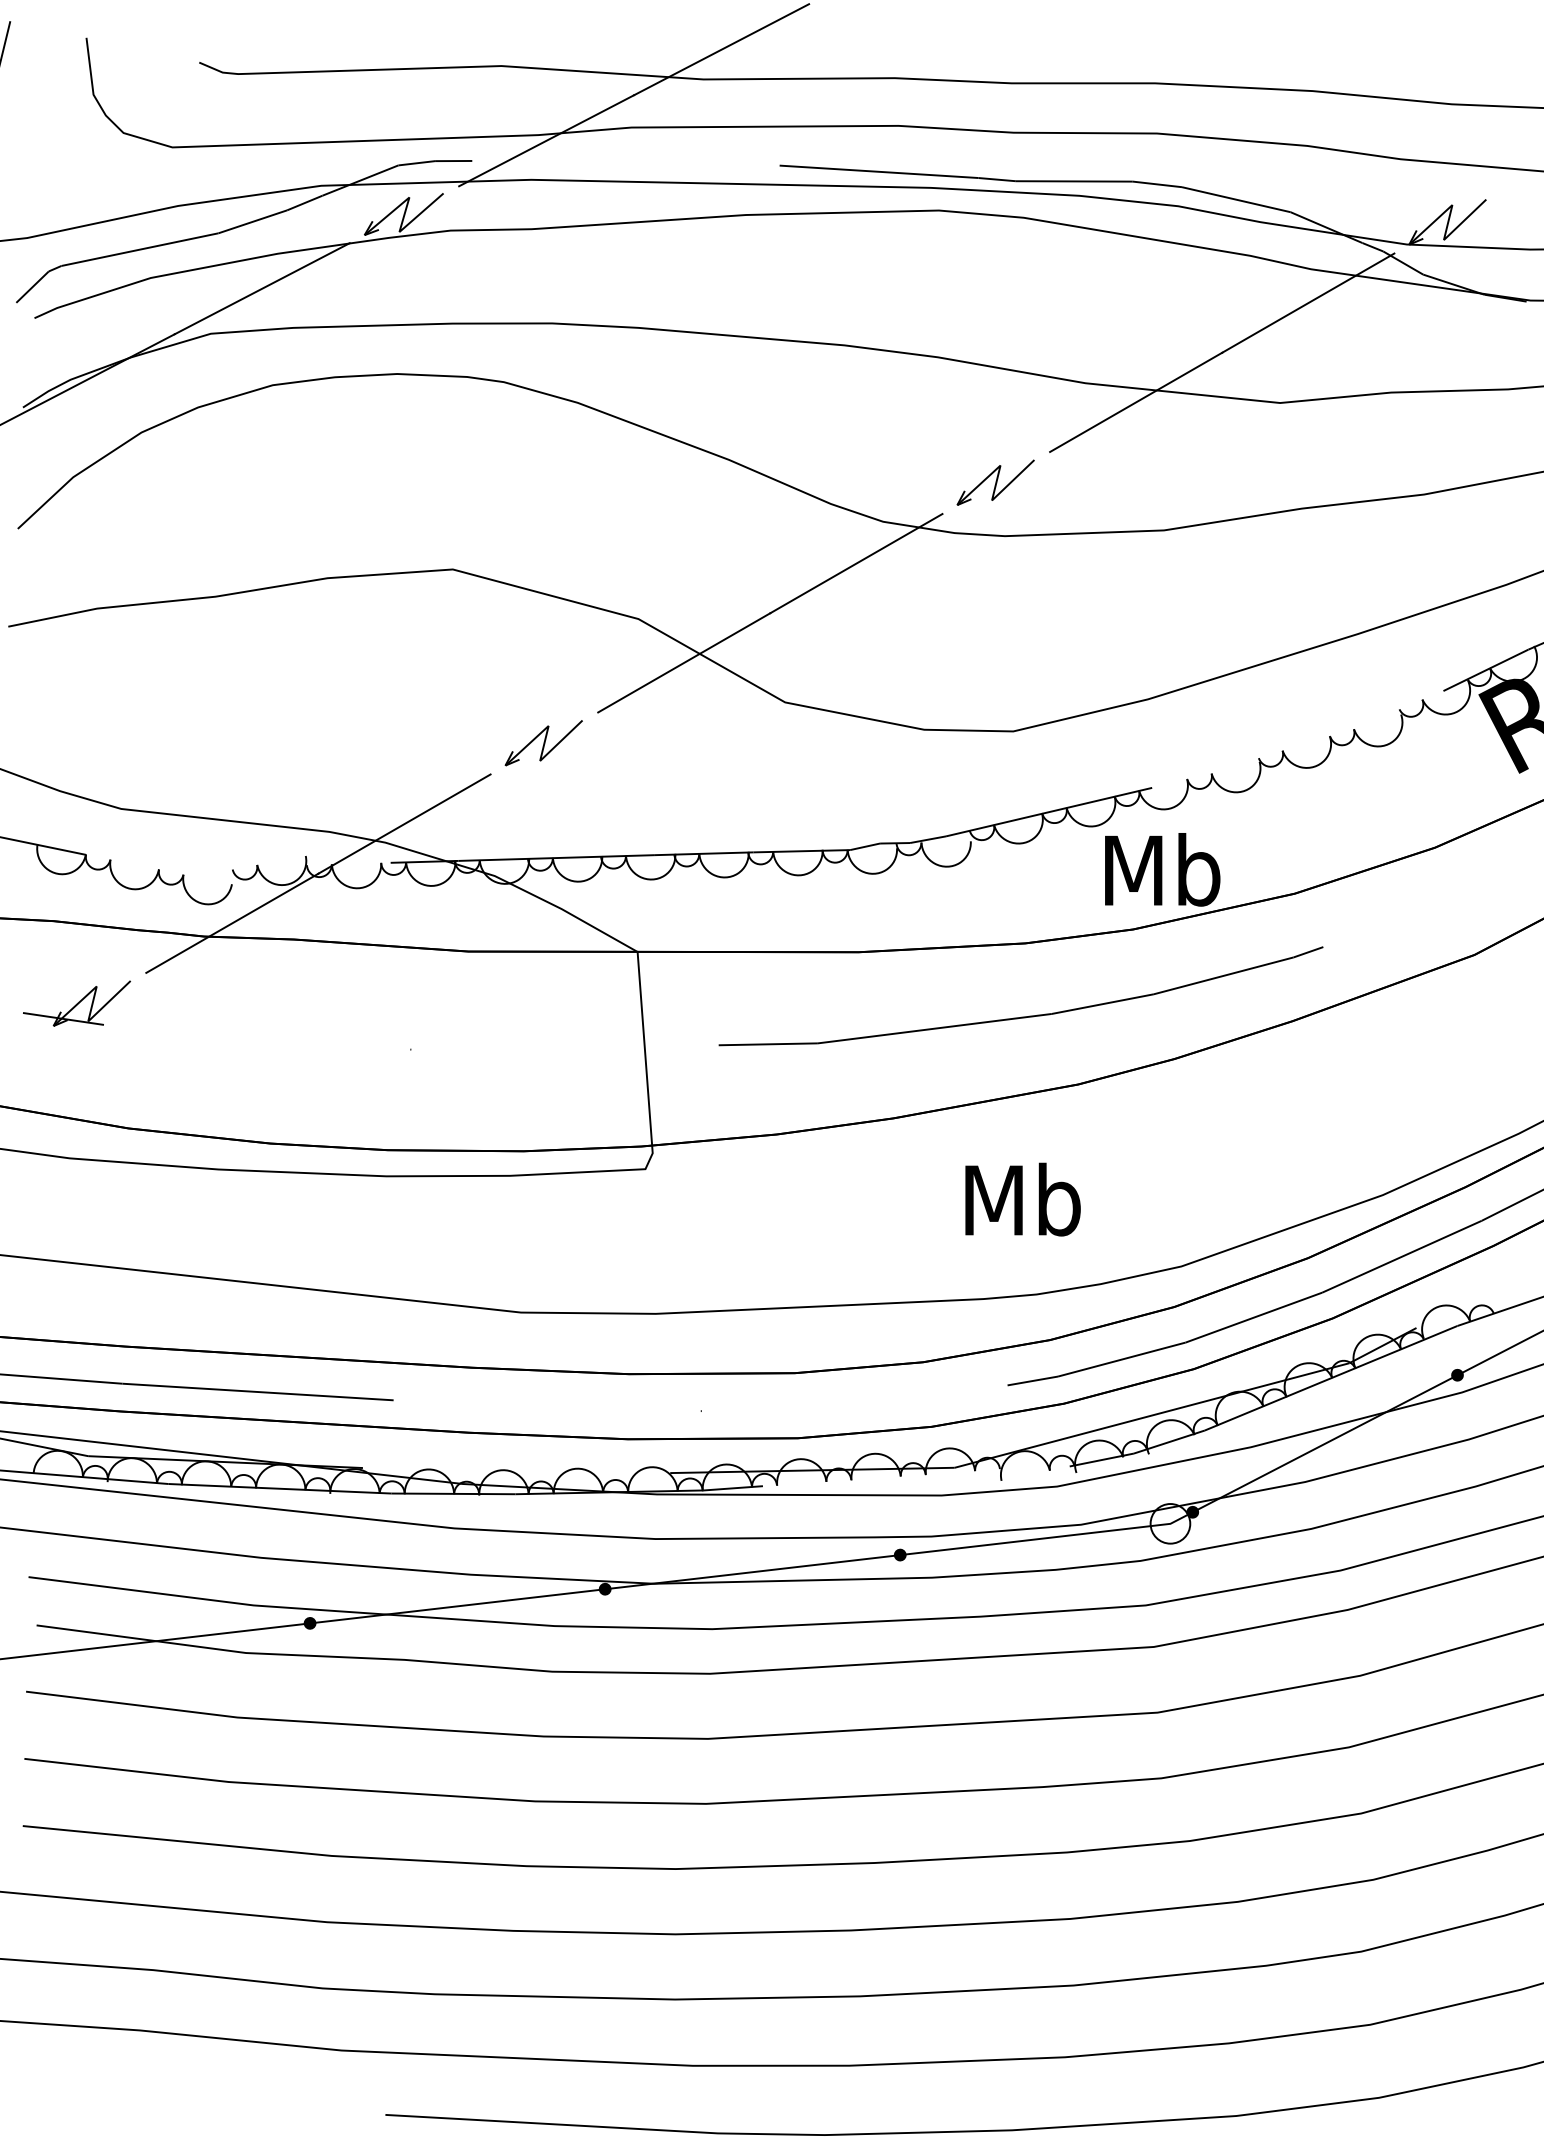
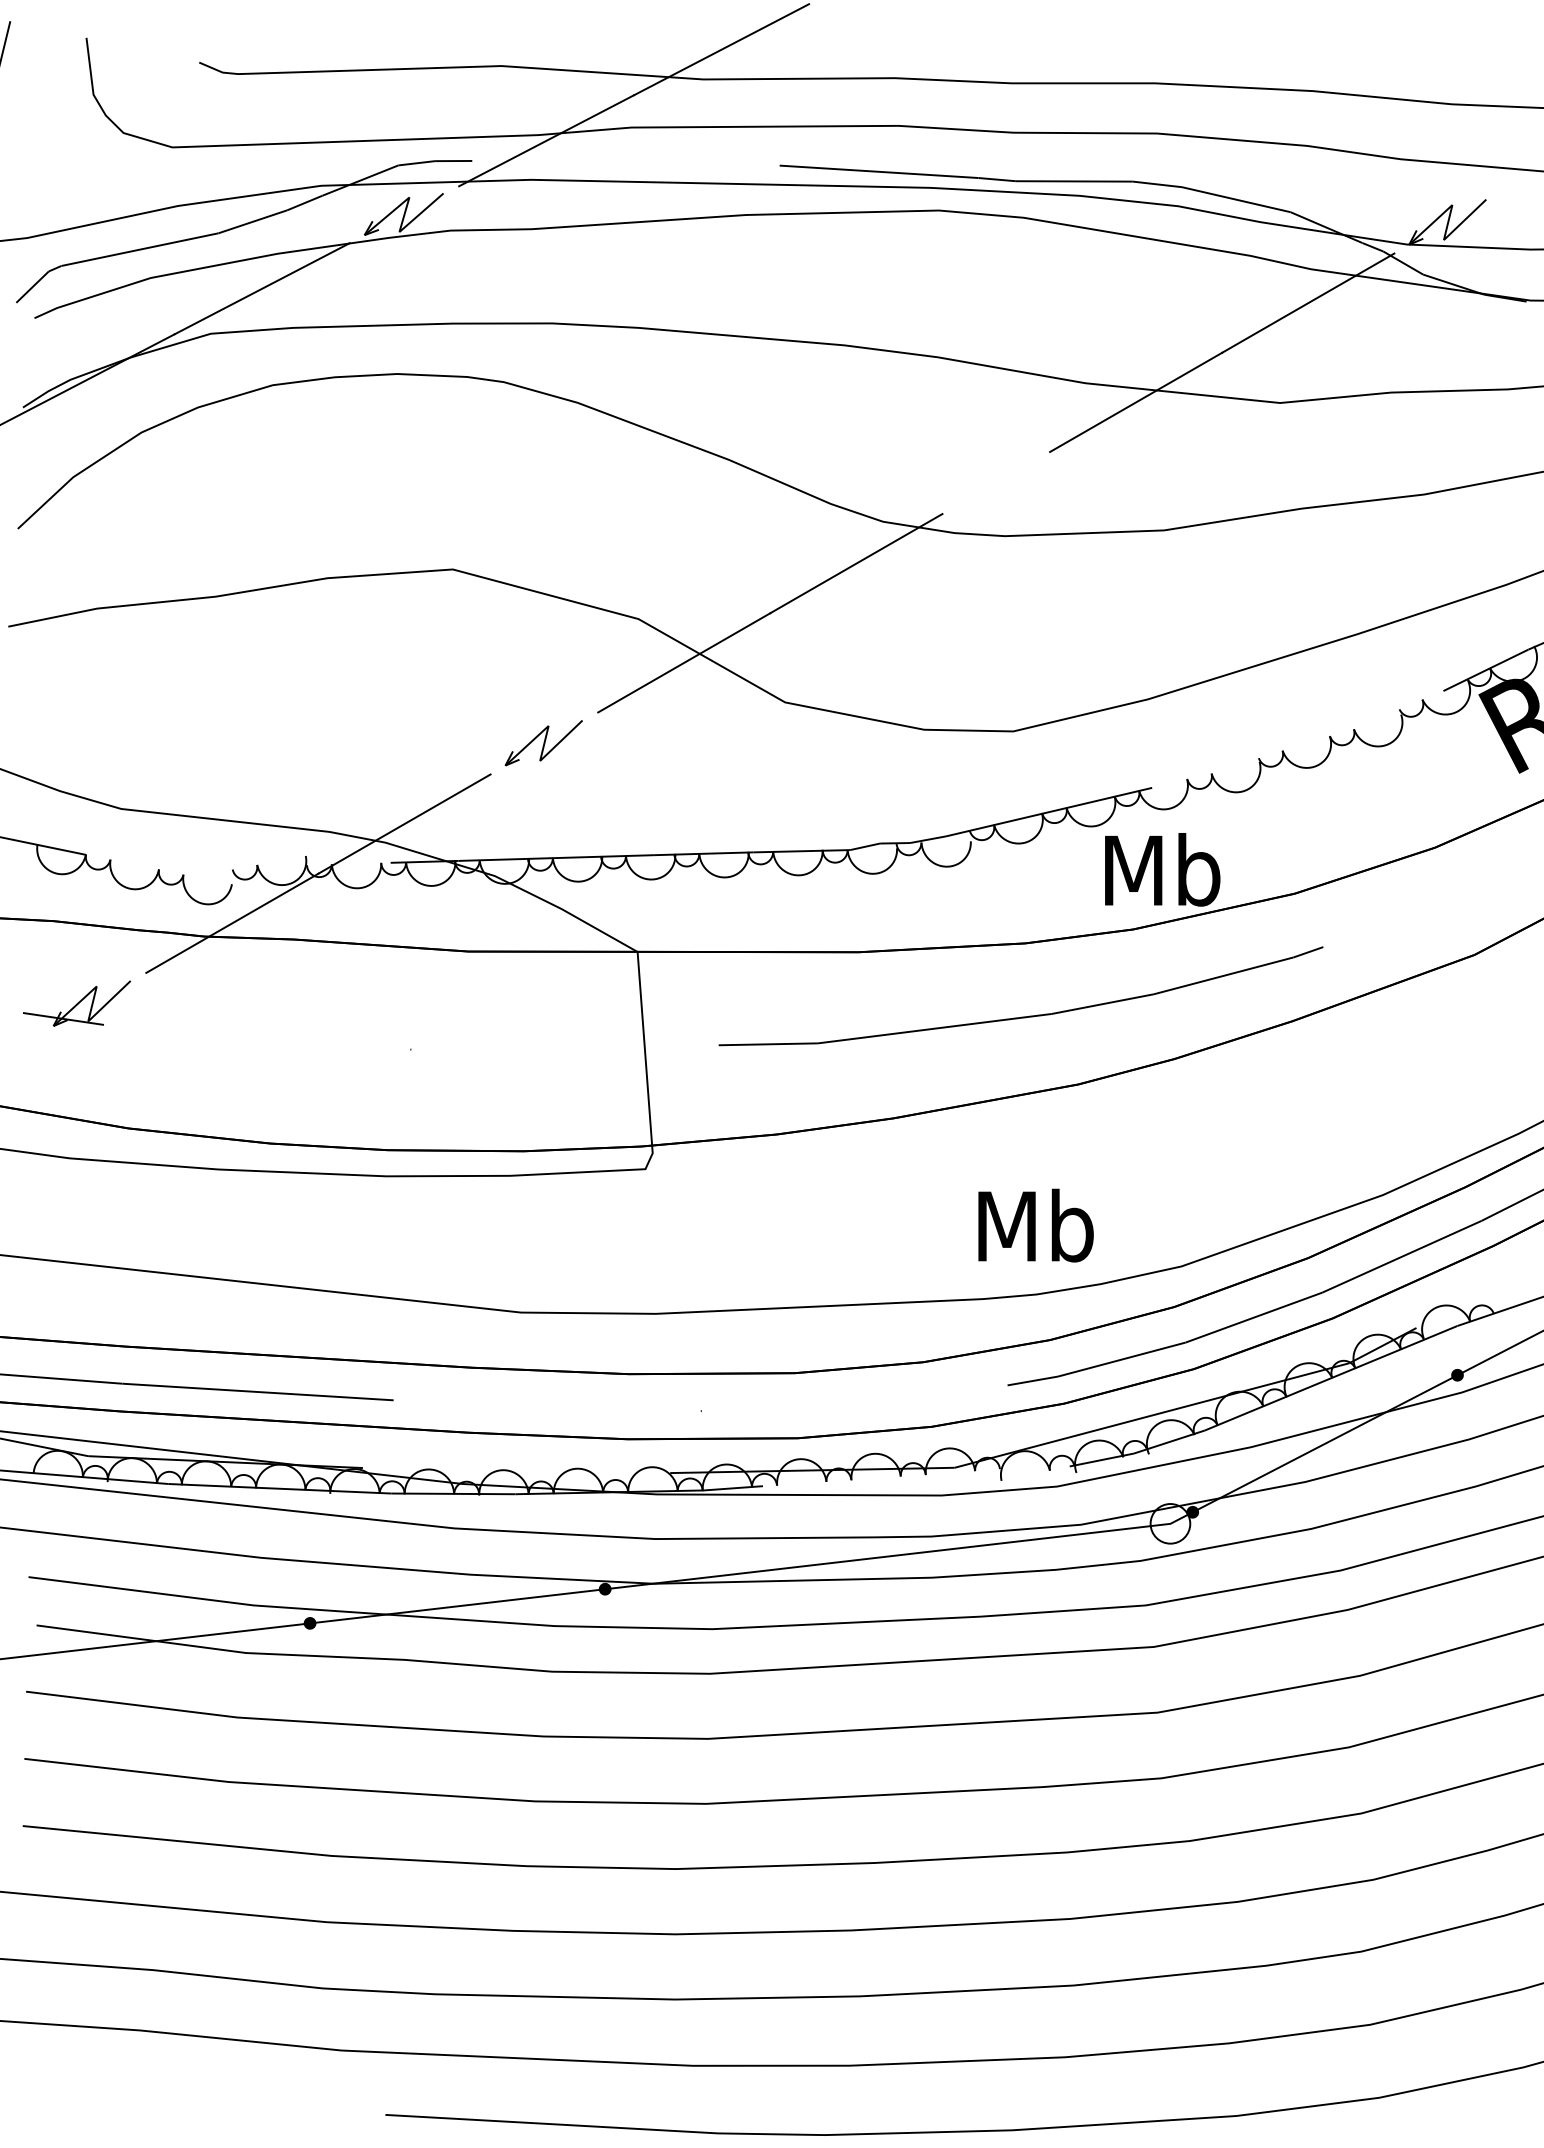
part at (995, 482): present -> none
text at (1022, 1199) position: (1022, 1199) -> (1035, 1225)
fill at (899, 1554): present -> none
